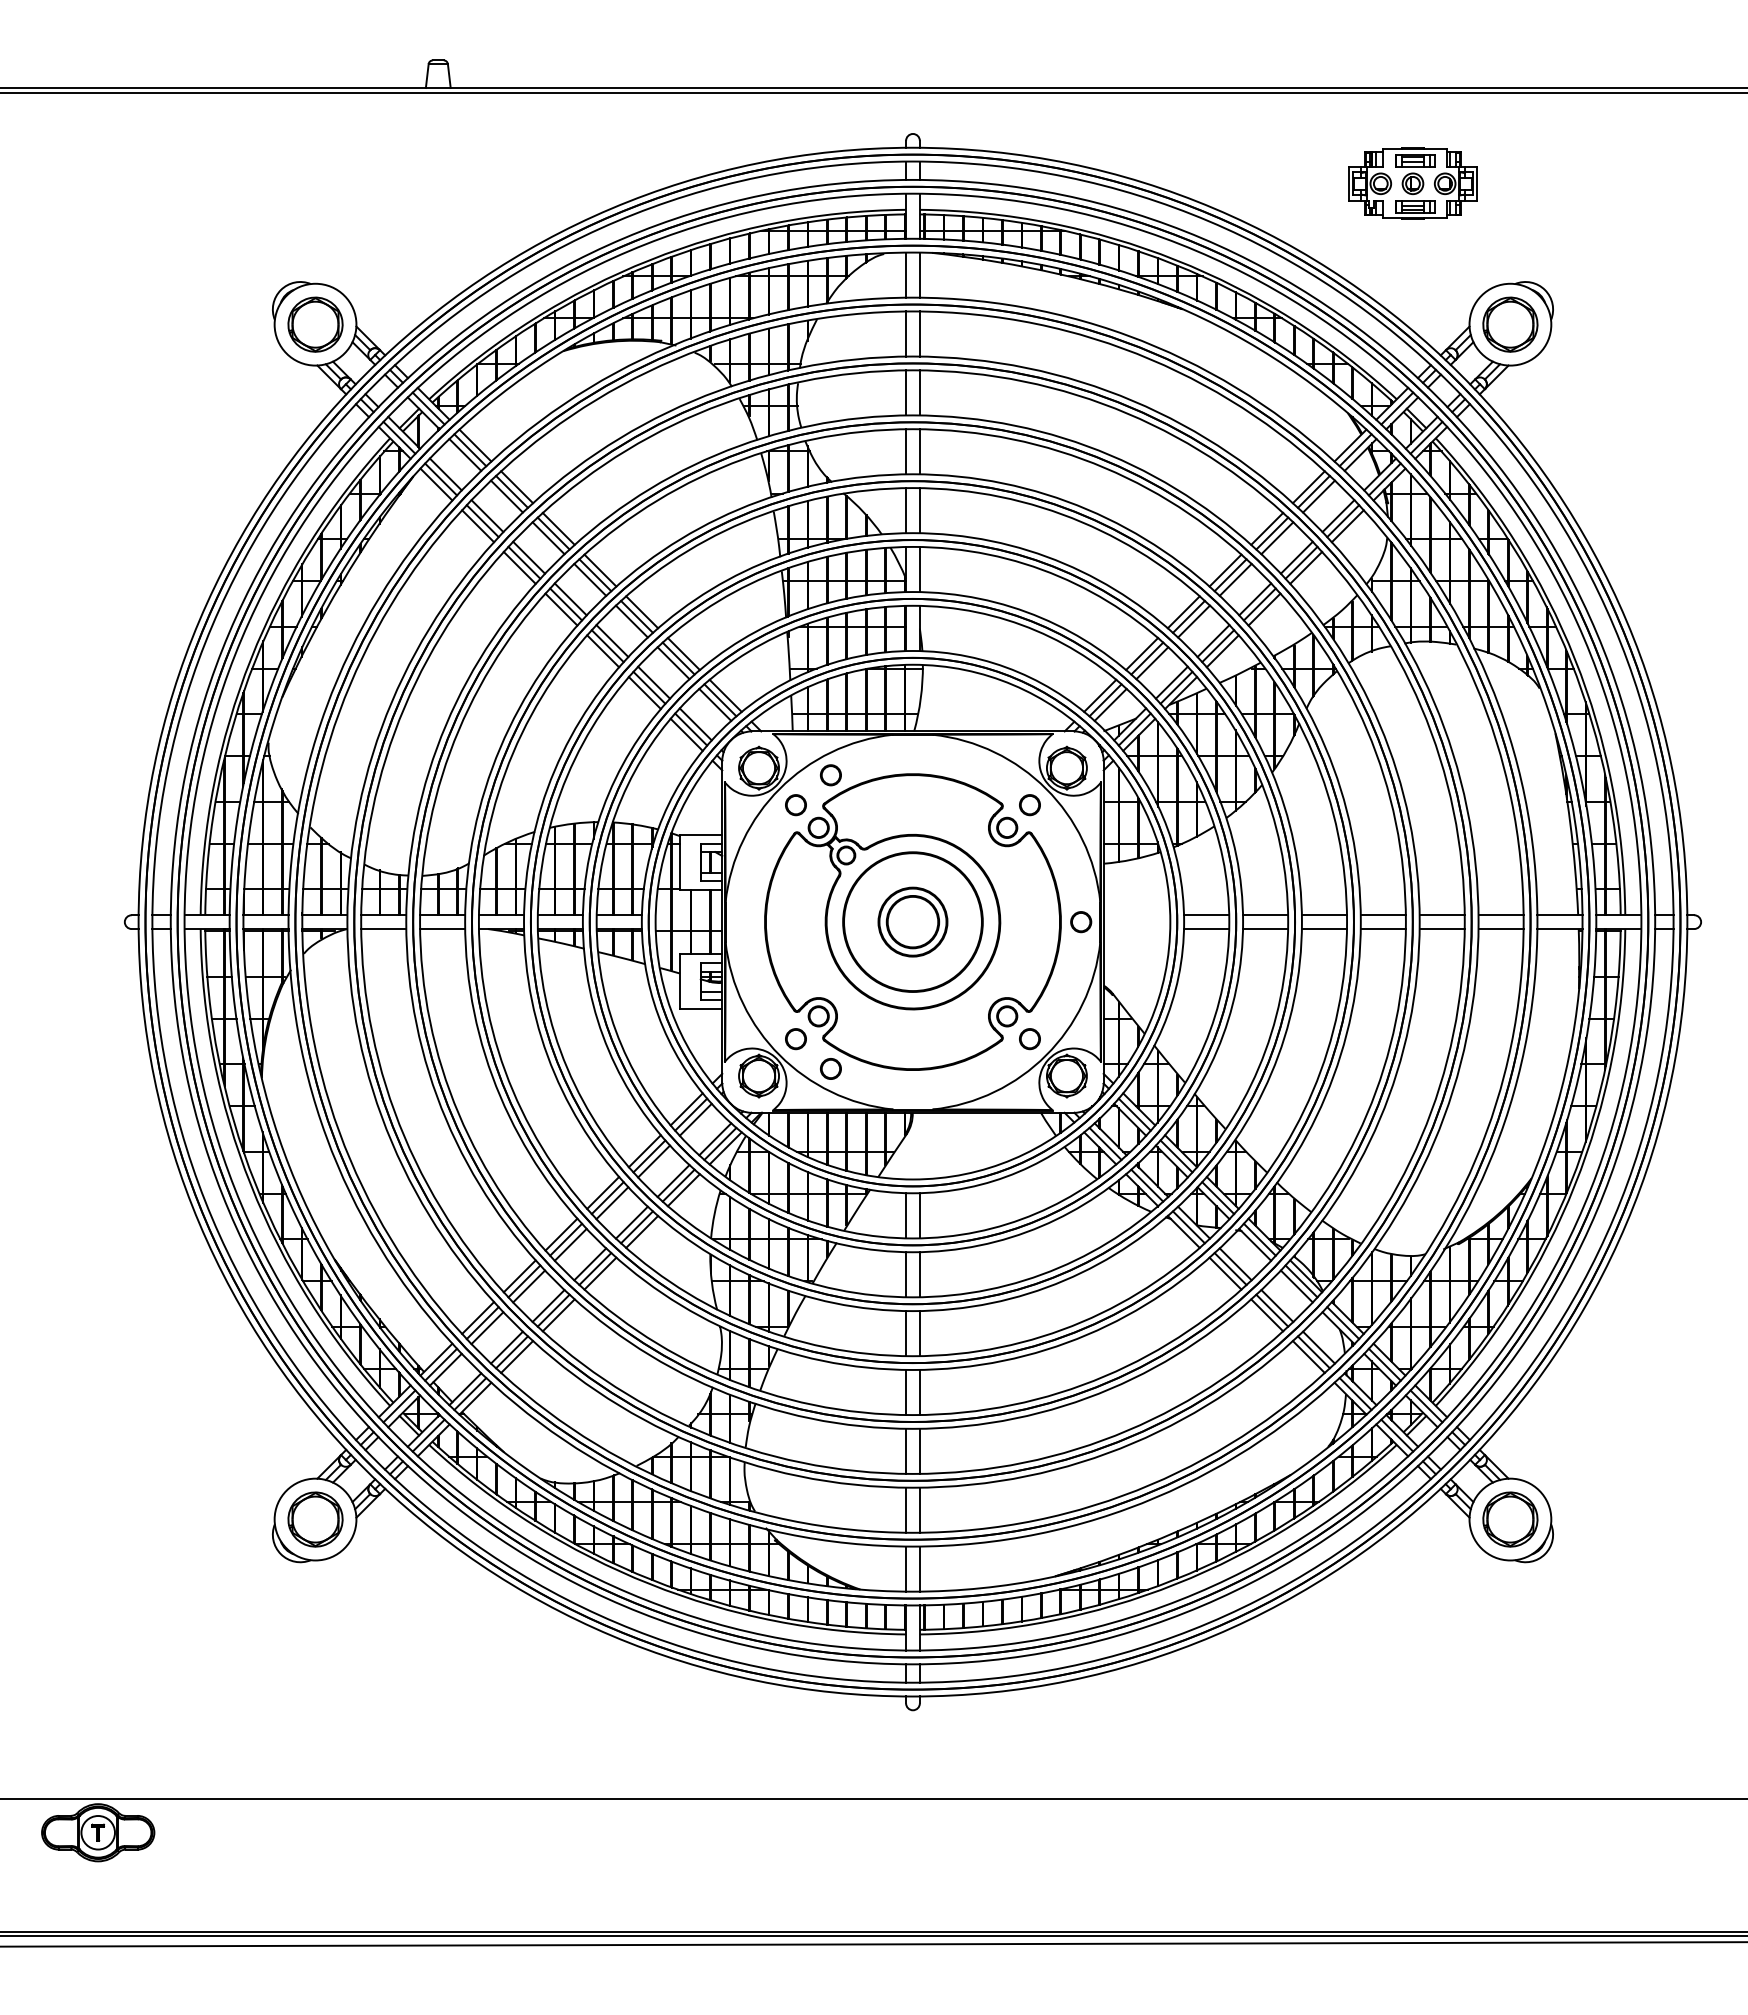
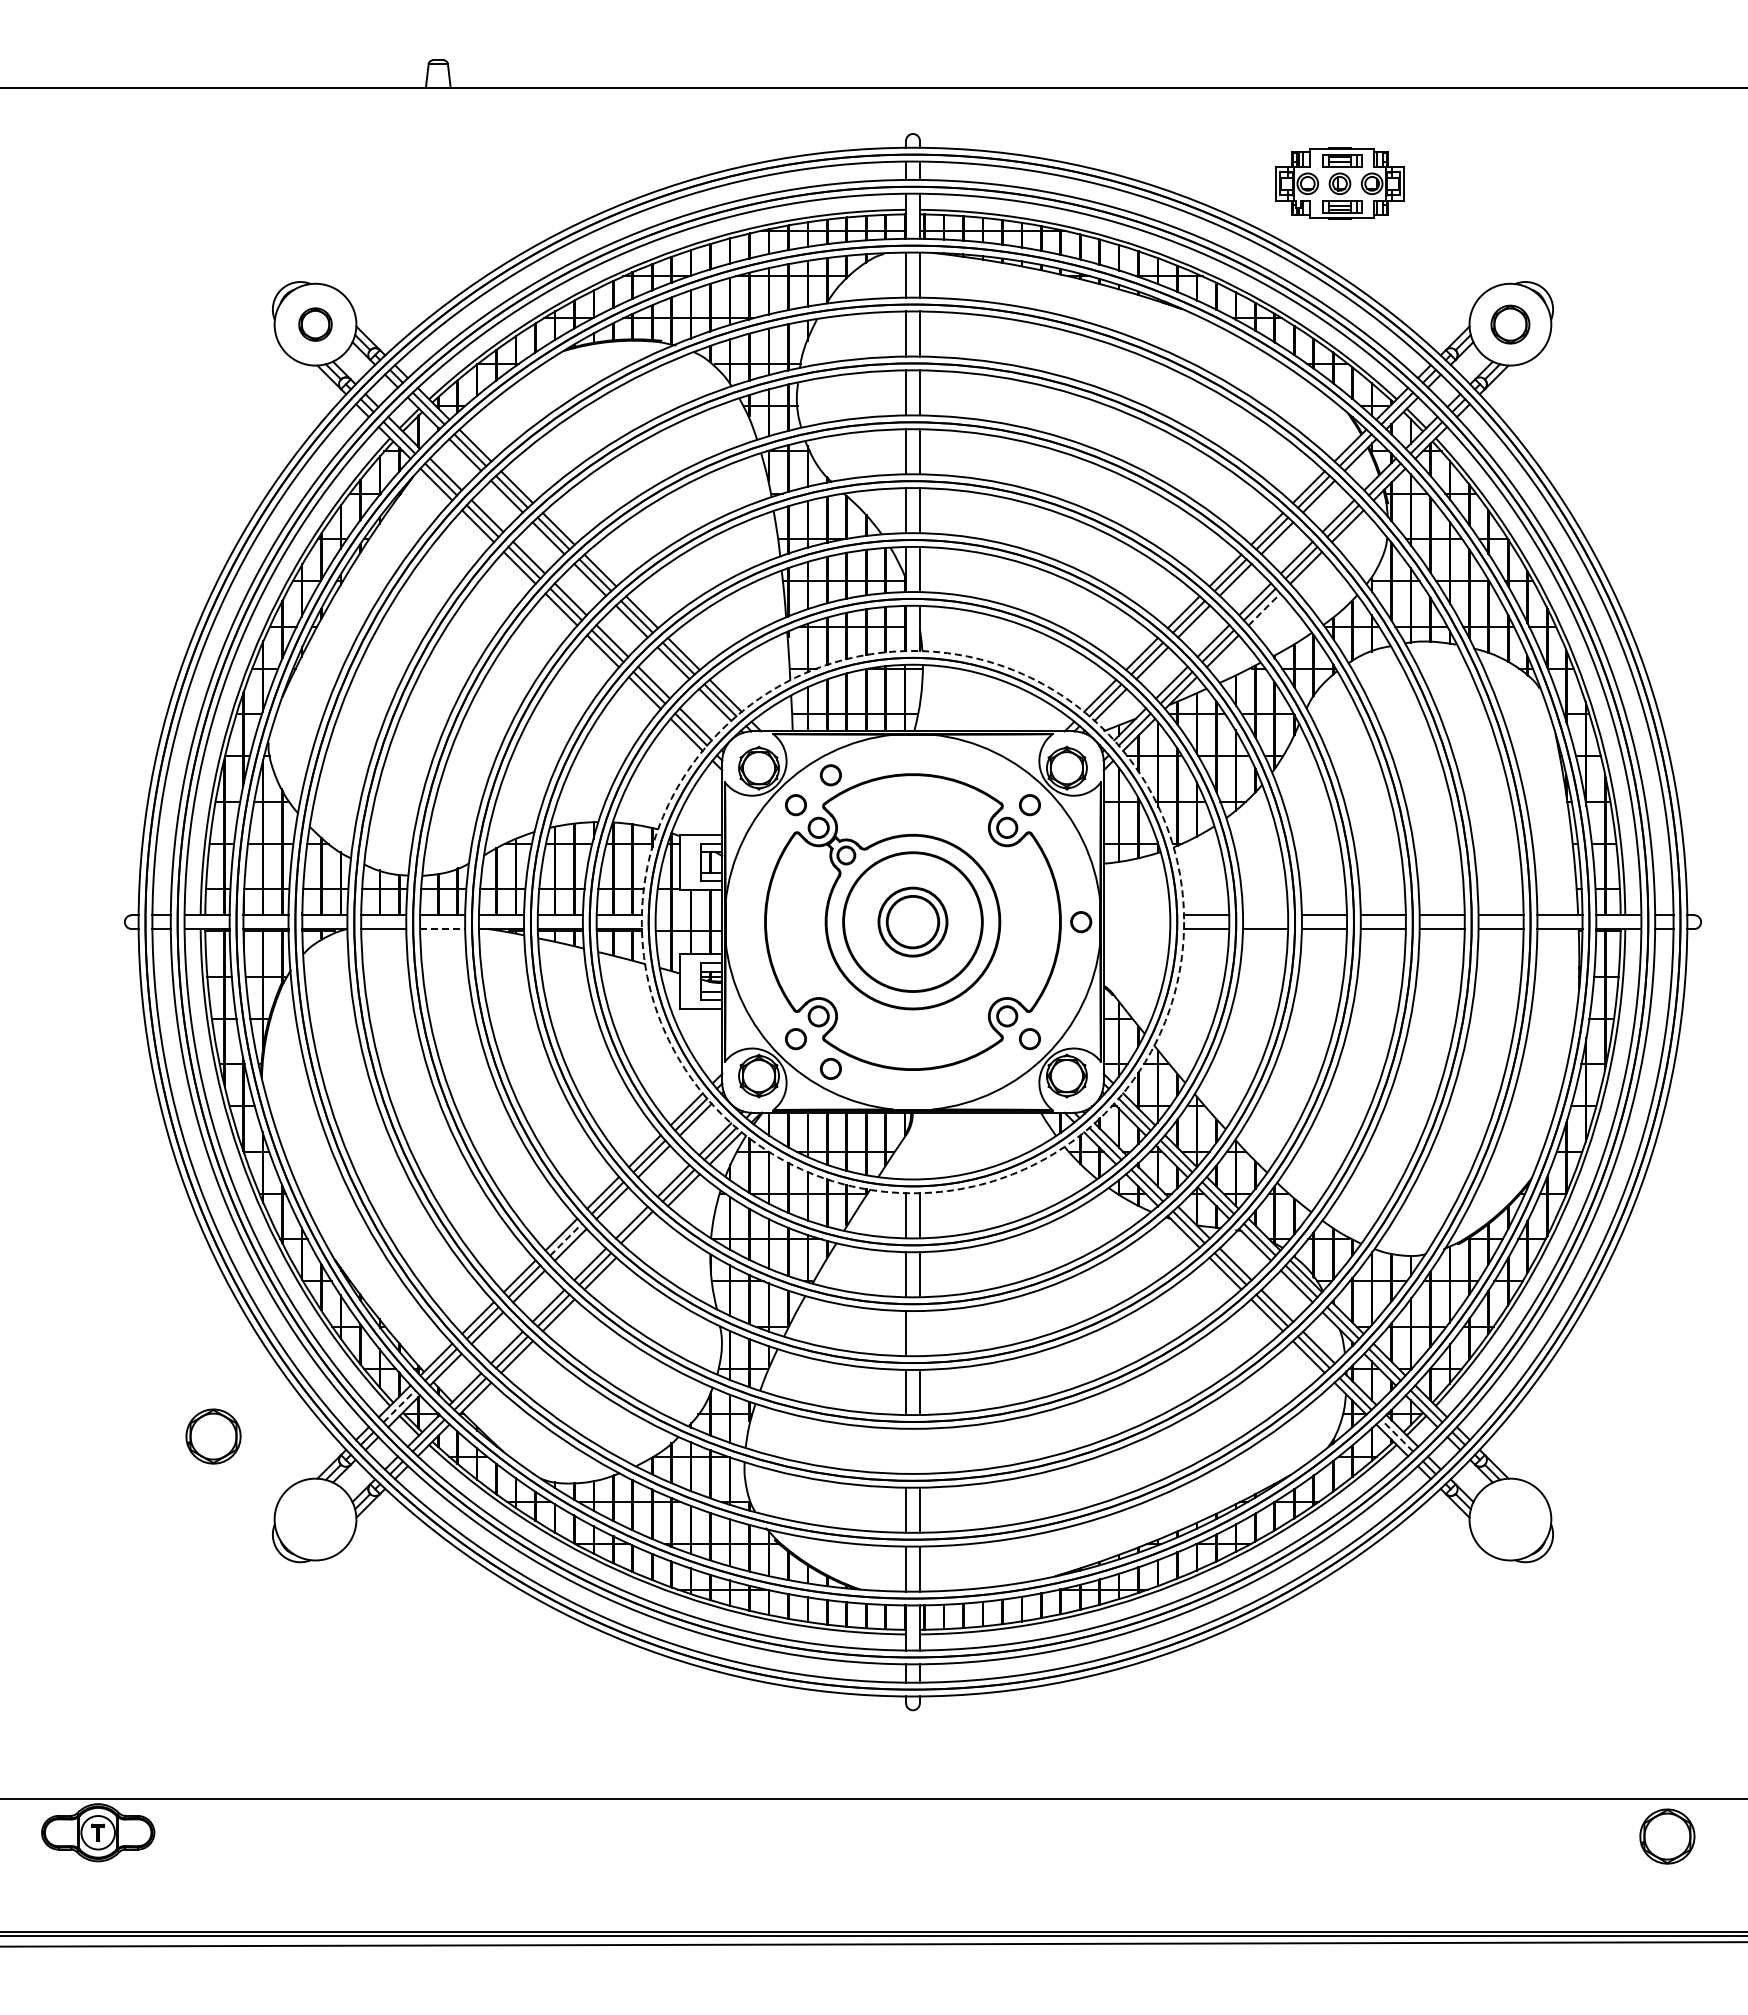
line at (873, 92): present -> none
part at (1412, 183) position: (1412, 183) -> (1339, 183)
part at (315, 324) size: 57x57 px -> 35x35 px
part at (1510, 324) size: 57x57 px -> 41x41 px
line at (1264, 609): solid -> dashed
line at (1265, 915): present -> none
circle at (912, 921): solid -> dashed
line at (442, 929): solid -> dashed
line at (642, 1231): present -> none
line at (566, 1239): solid -> dashed
line at (919, 1333): present -> none
line at (399, 1406): solid -> dashed
line at (1397, 1435): solid -> dashed
line at (906, 1450): present -> none
line at (919, 1450): present -> none
part at (315, 1519) position: (315, 1519) -> (213, 1436)
part at (1510, 1519) position: (1510, 1519) -> (1667, 1836)
